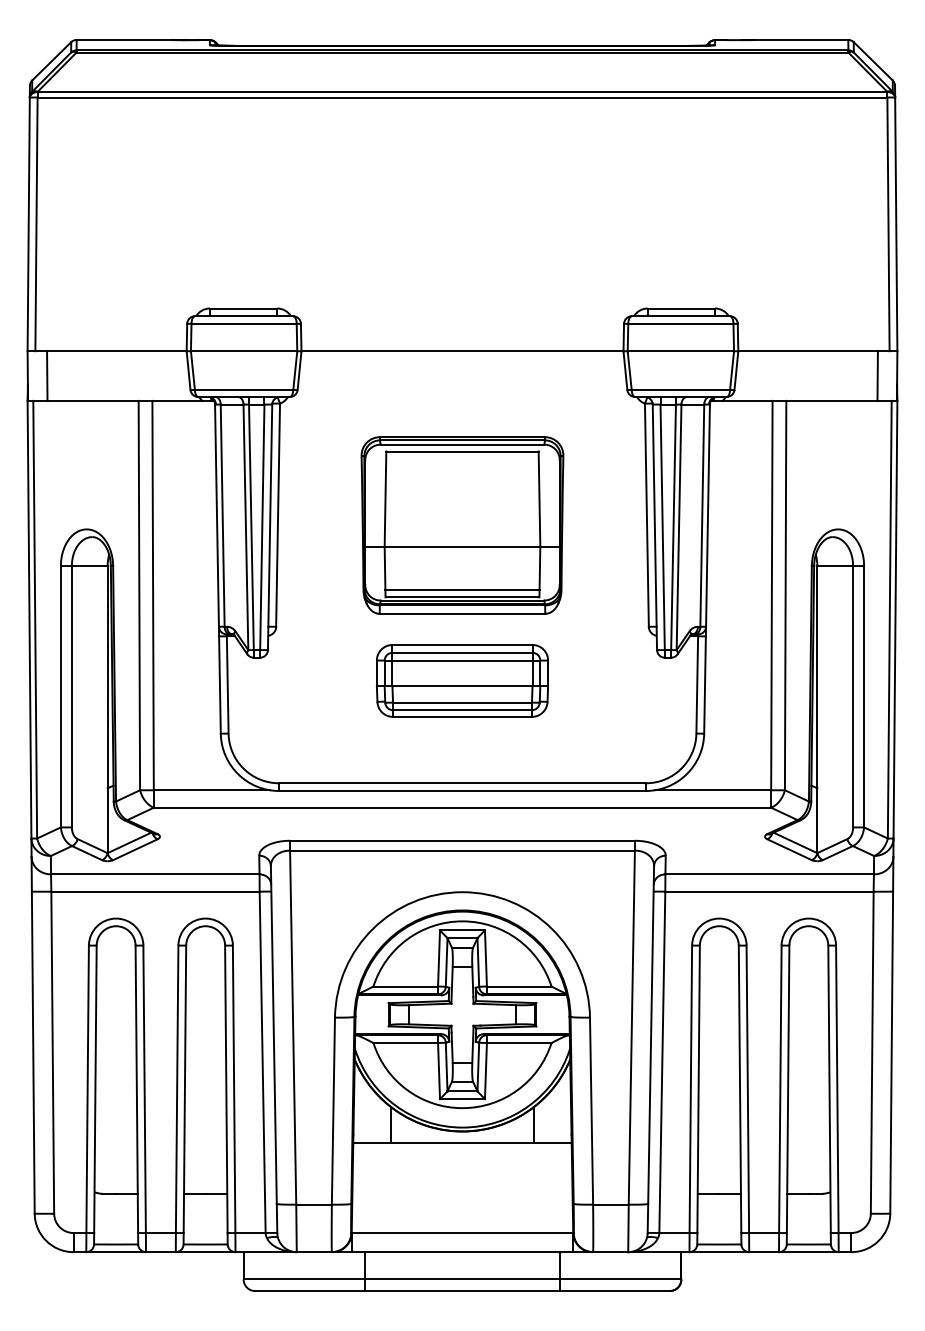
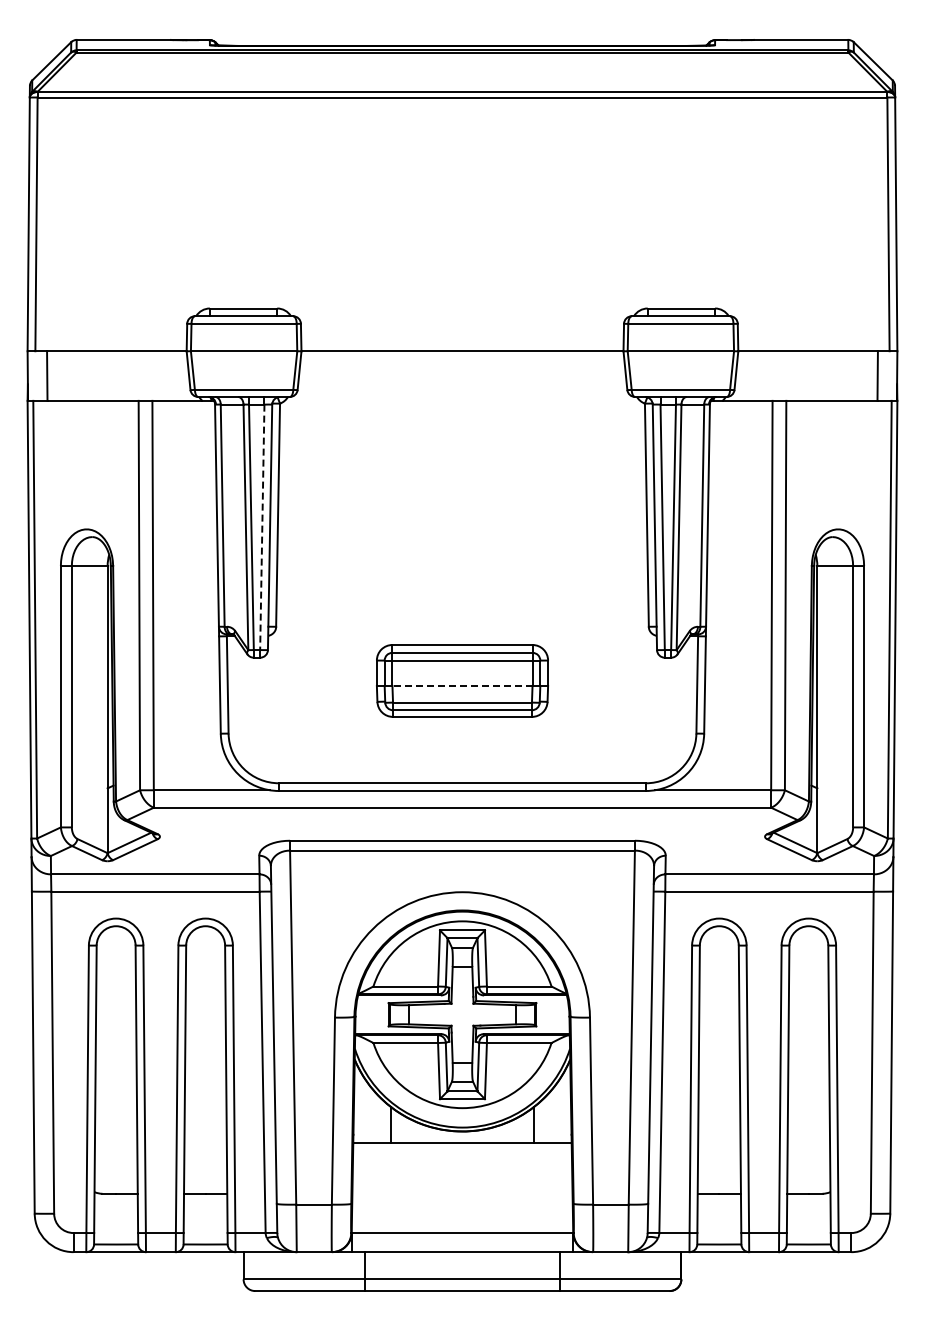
part at (462, 525): present -> none
line at (262, 527): solid -> dashed
line at (462, 685): solid -> dashed
